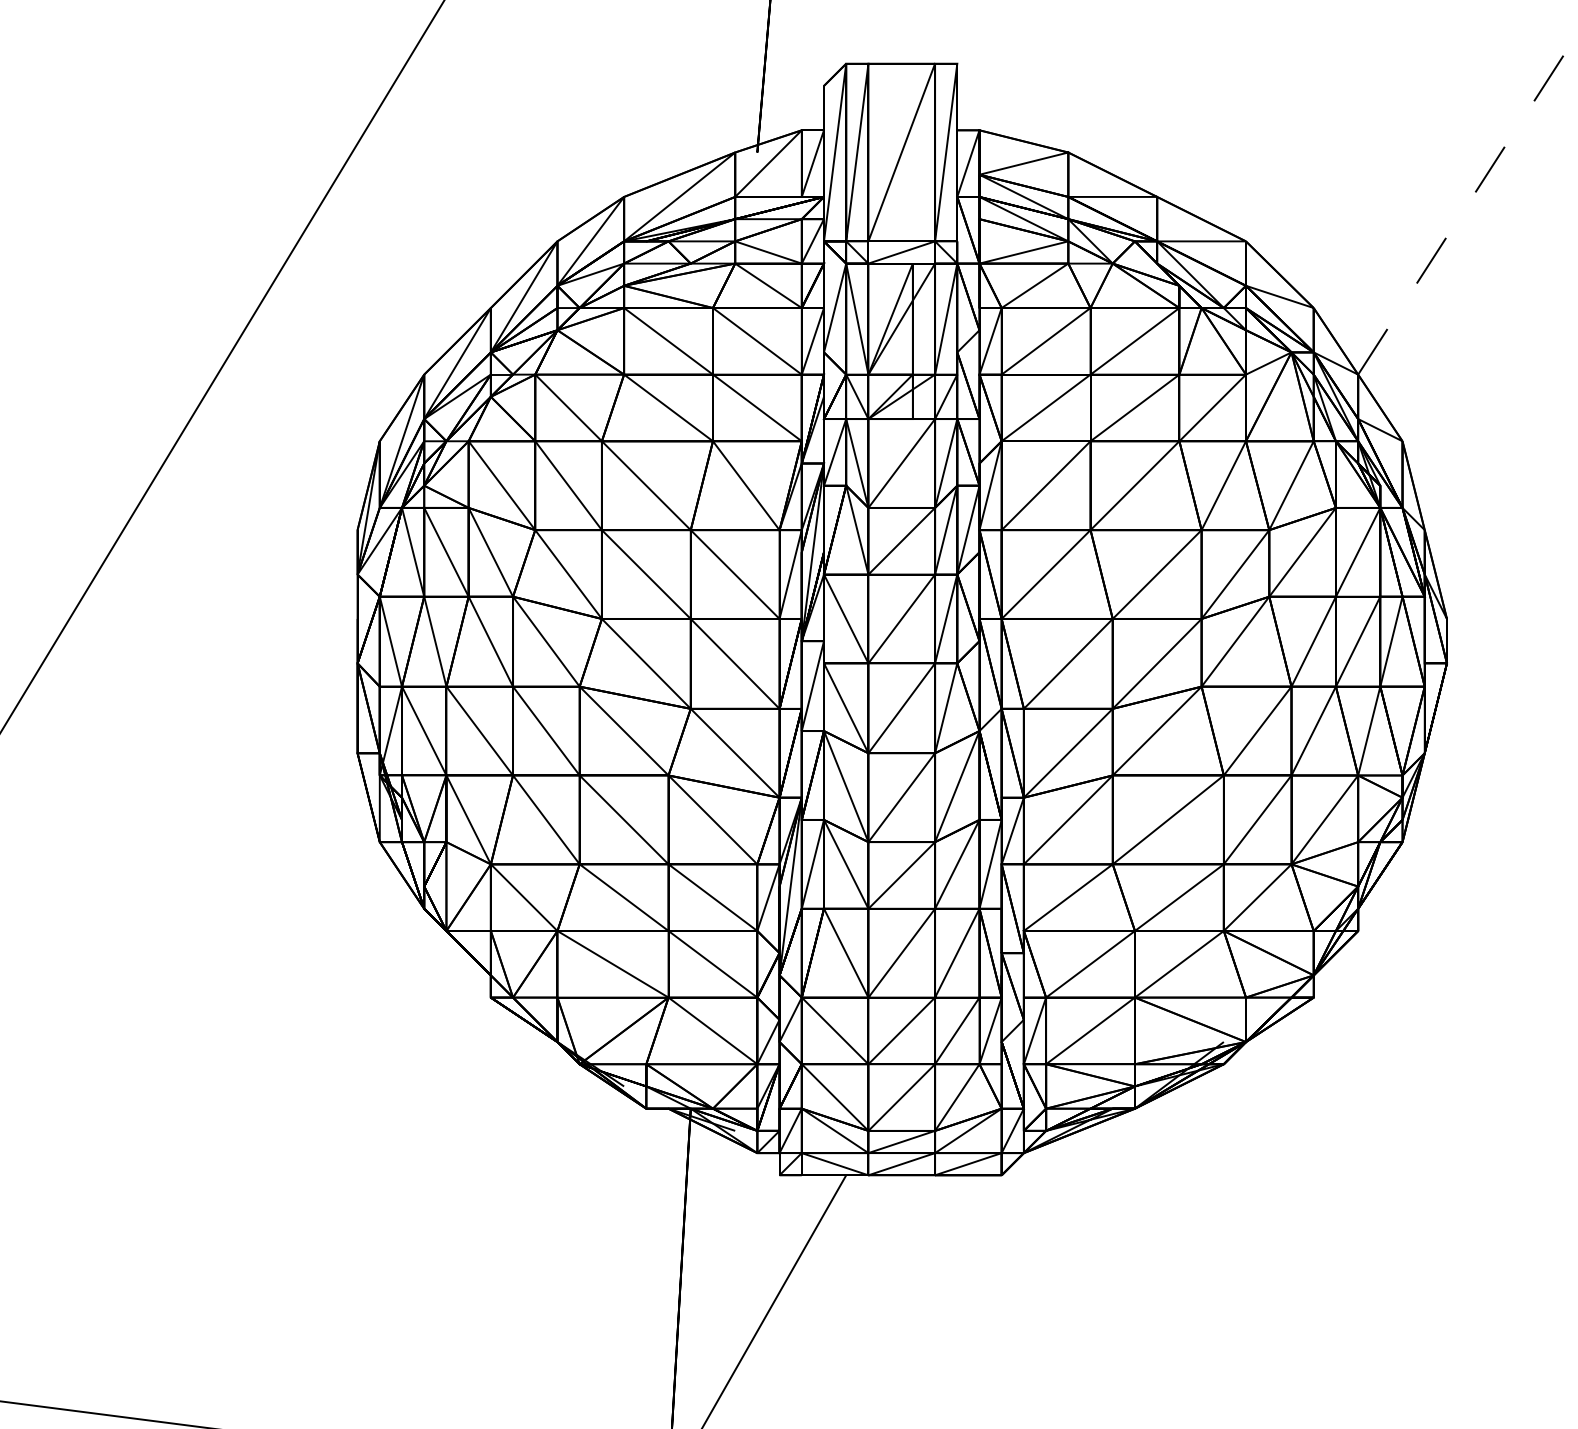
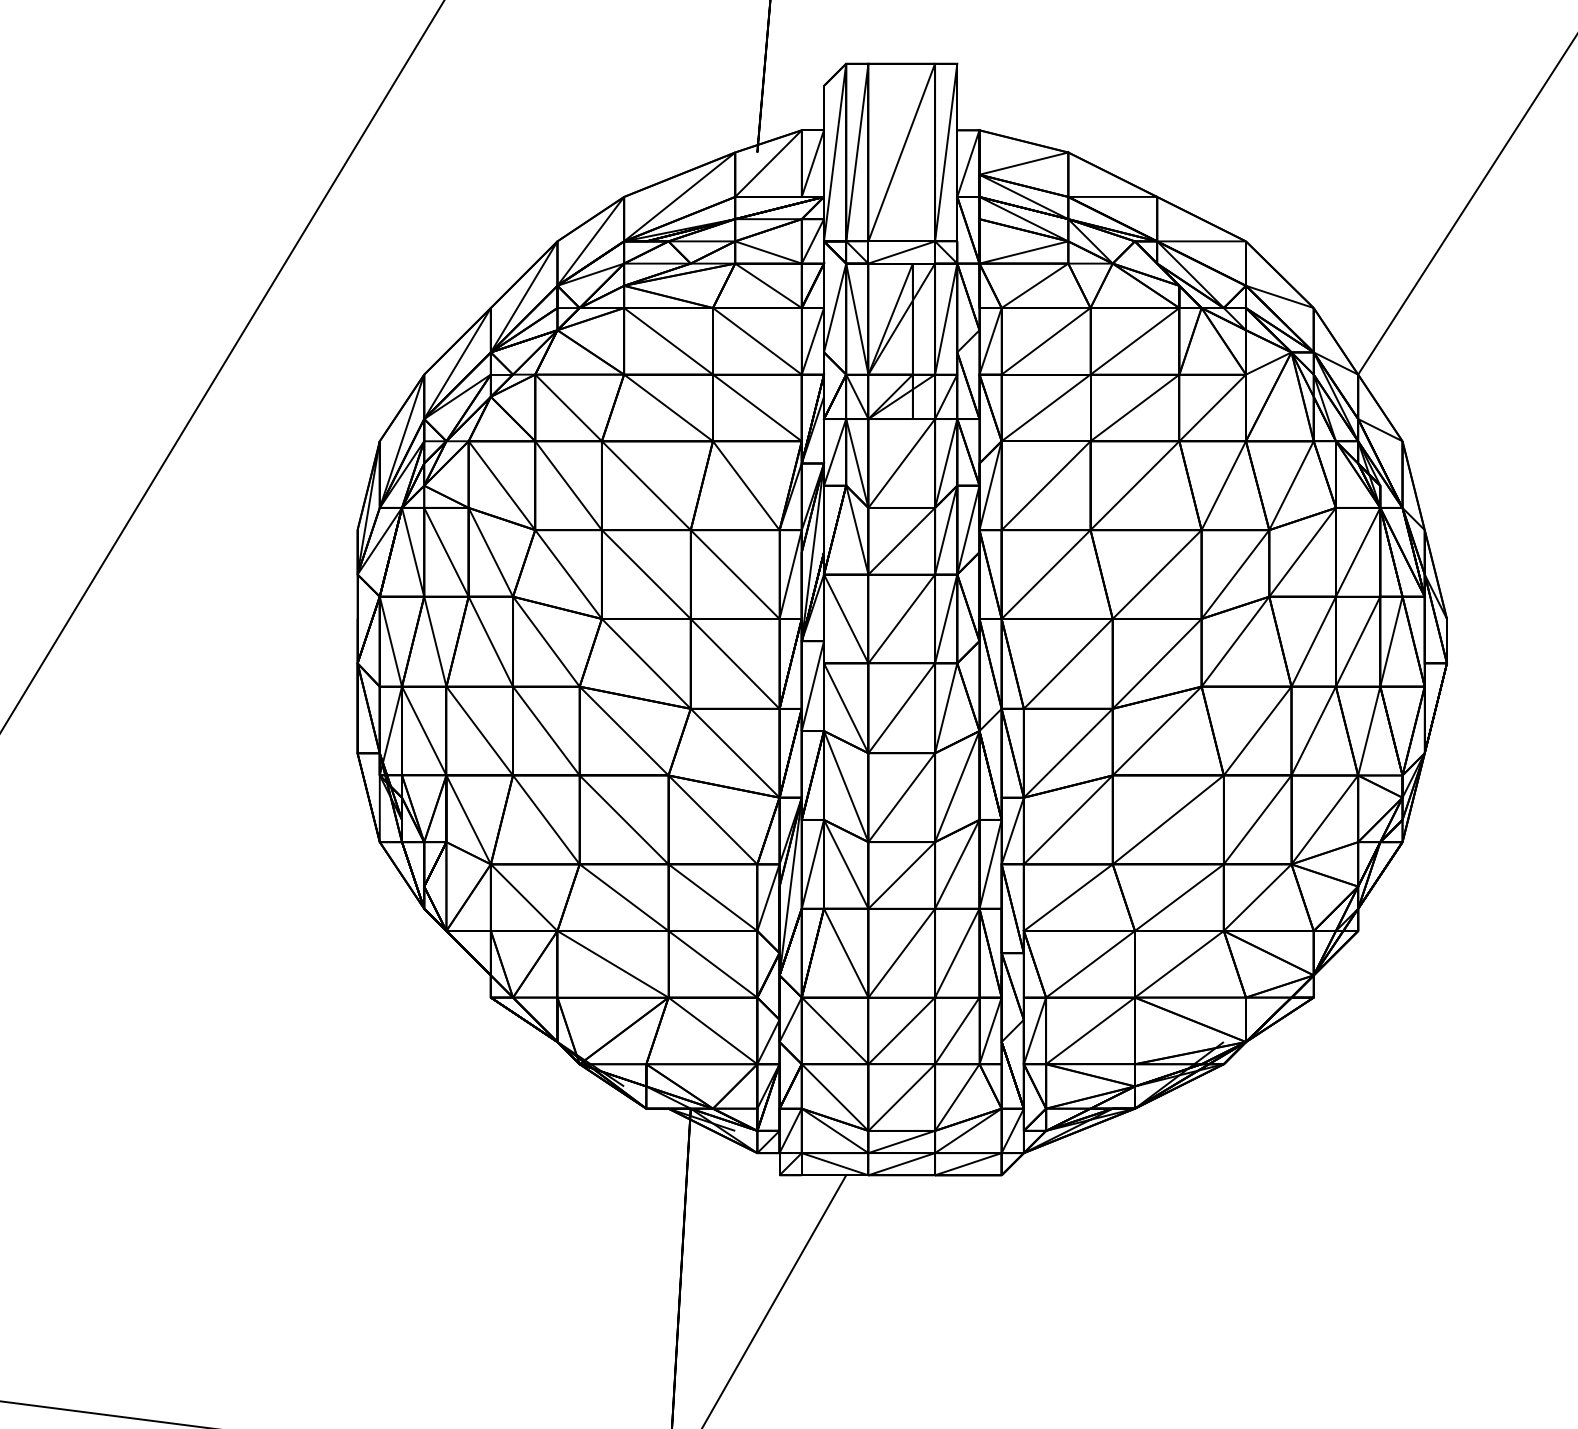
line at (1468, 203): dashed -> solid
